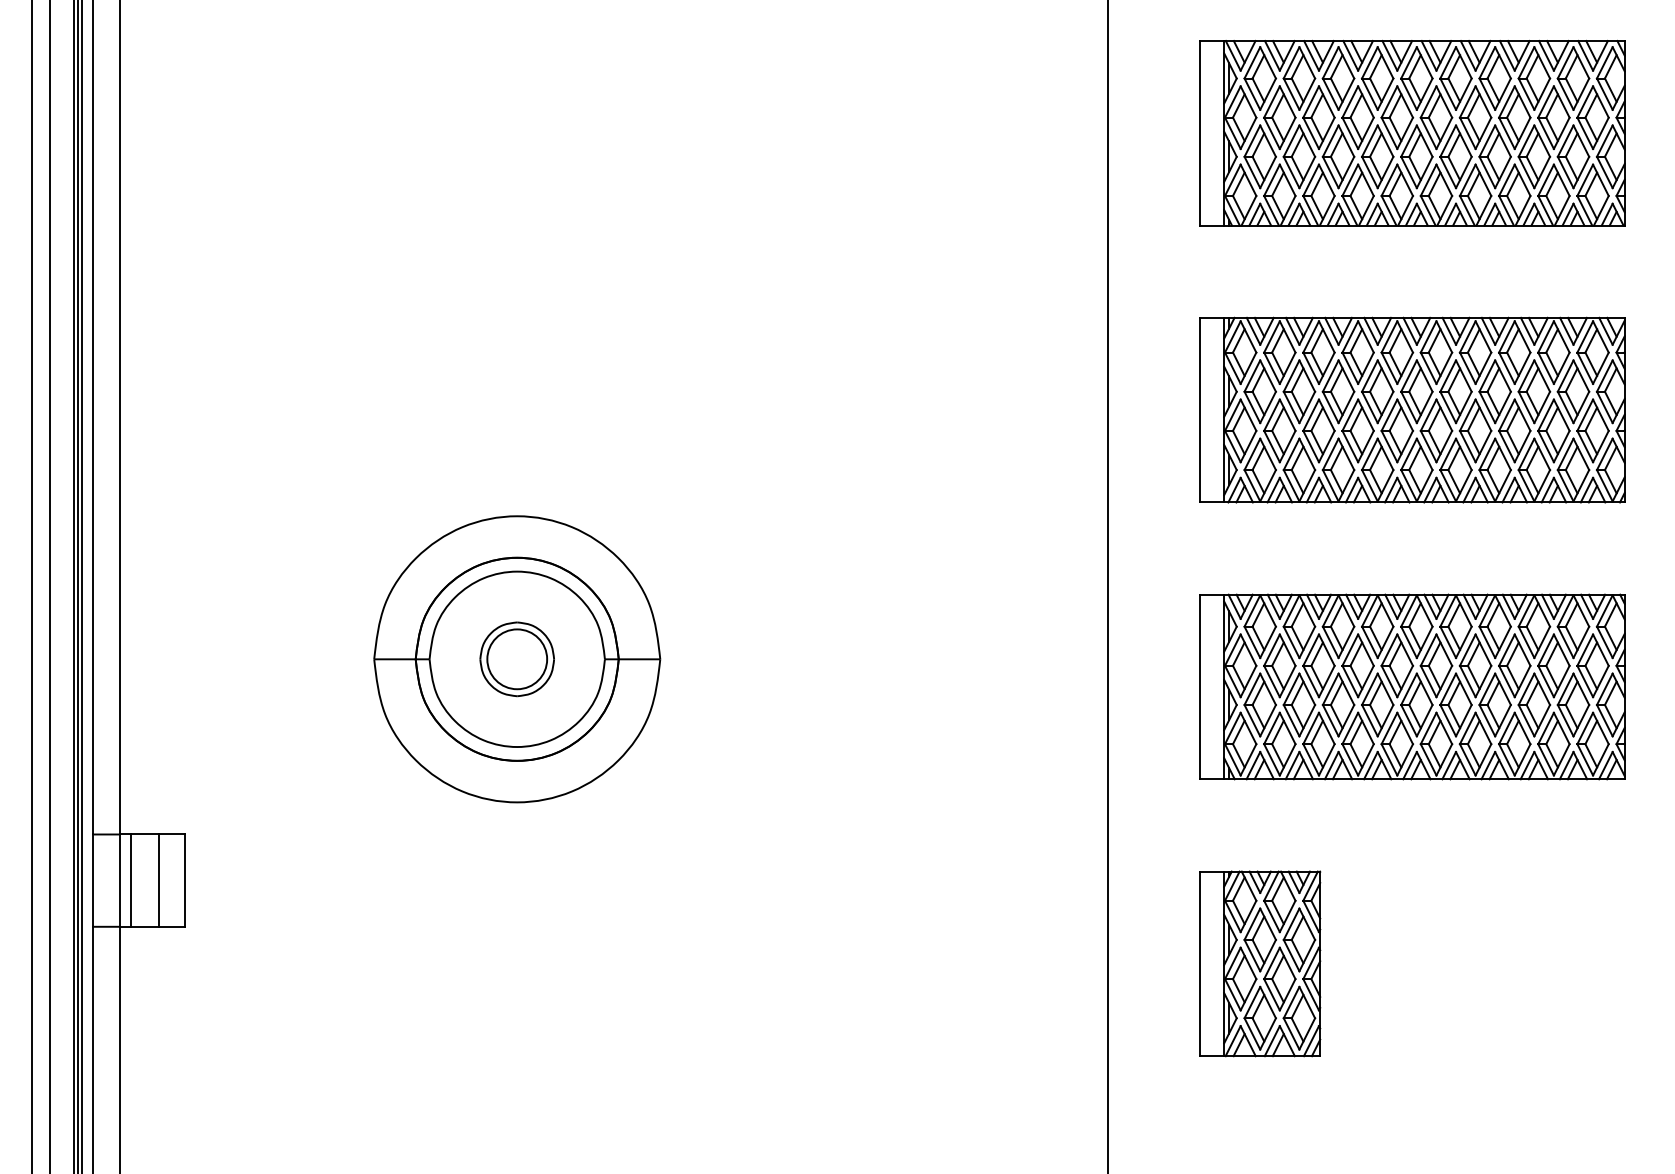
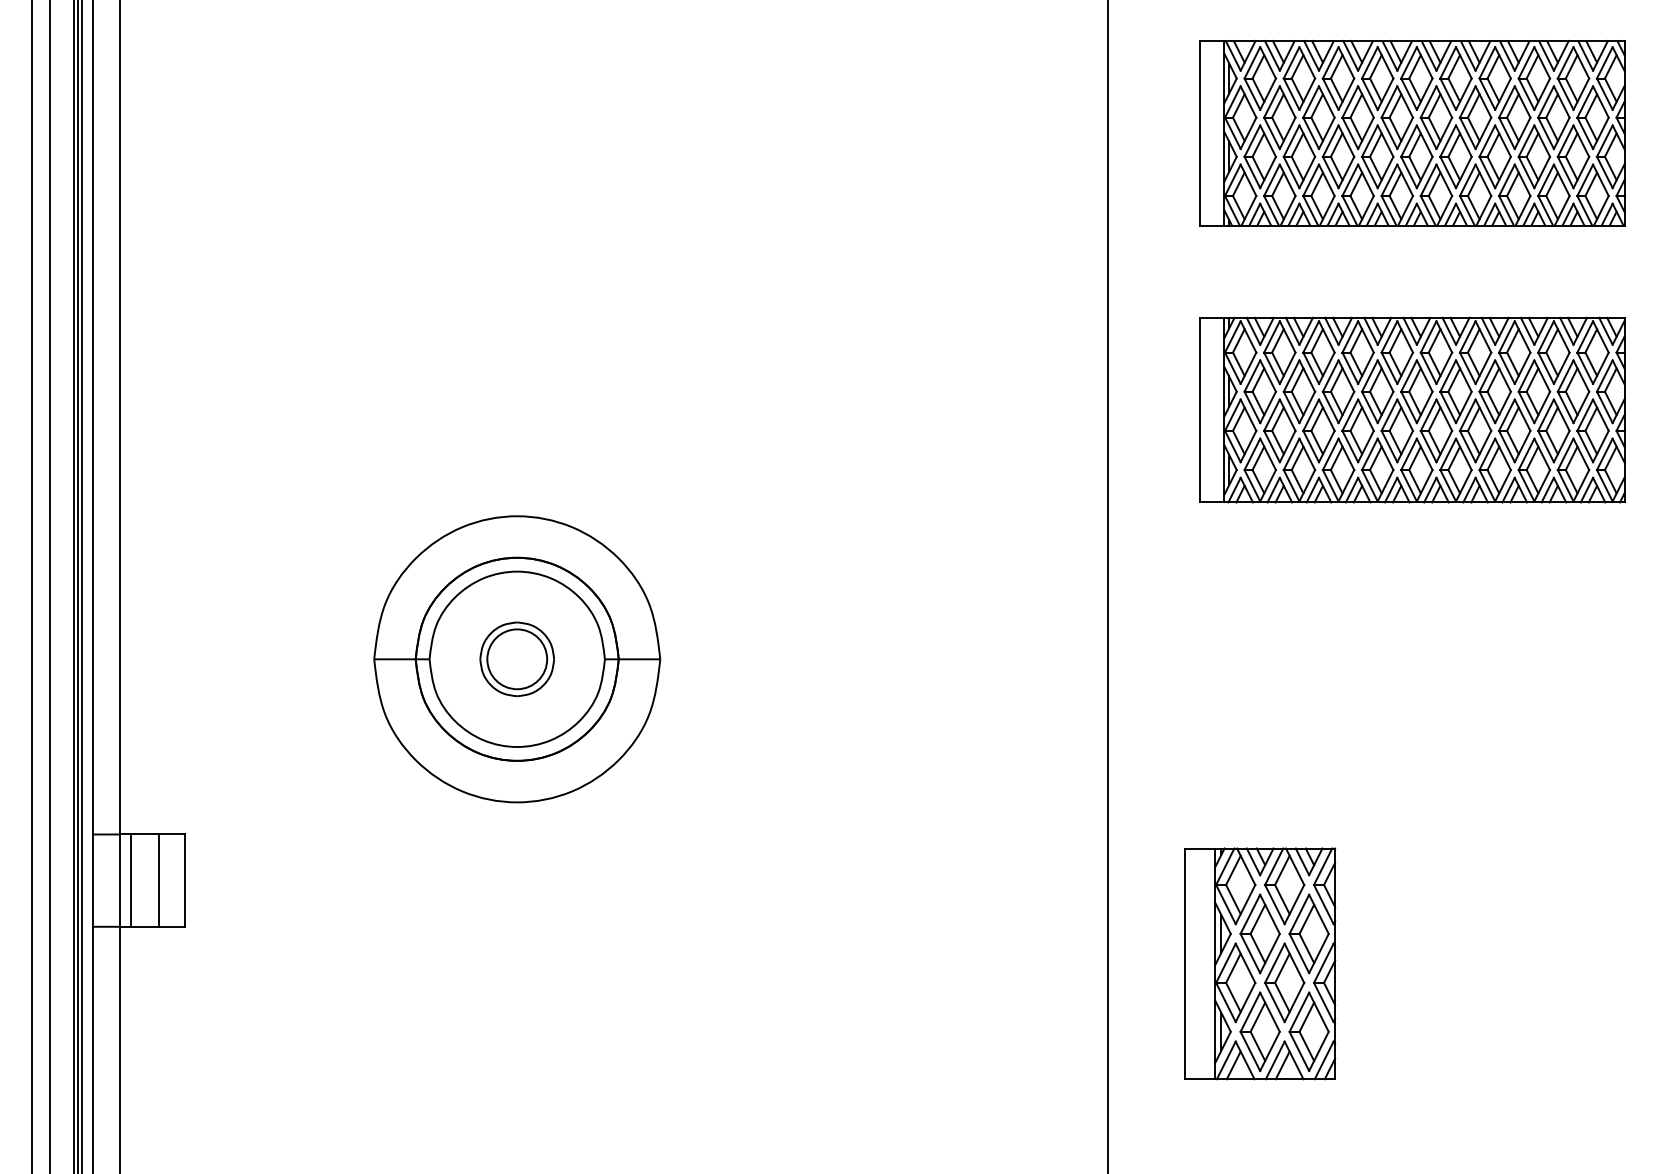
part at (1412, 686): present -> none
part at (1260, 963) size: 123x188 px -> 153x234 px
